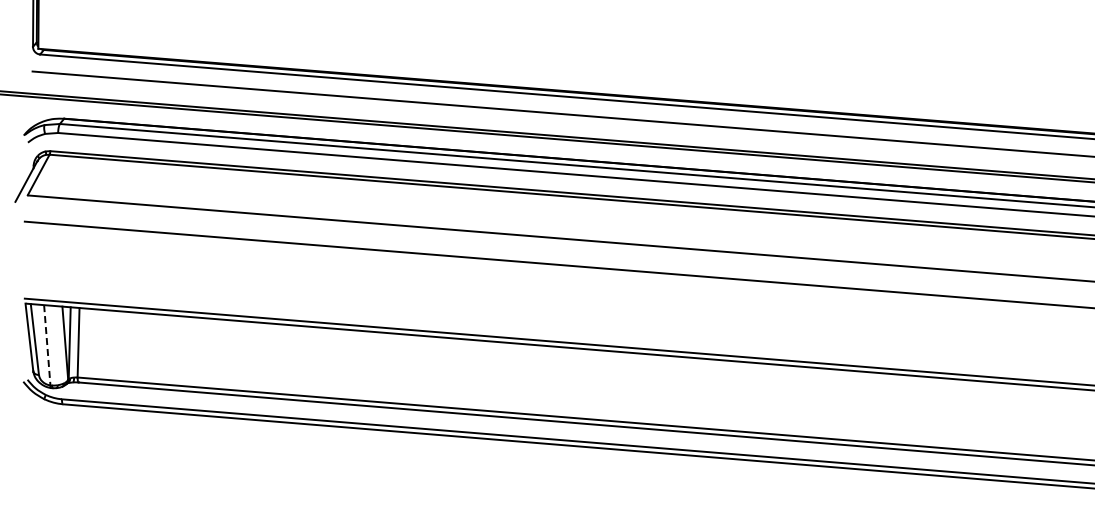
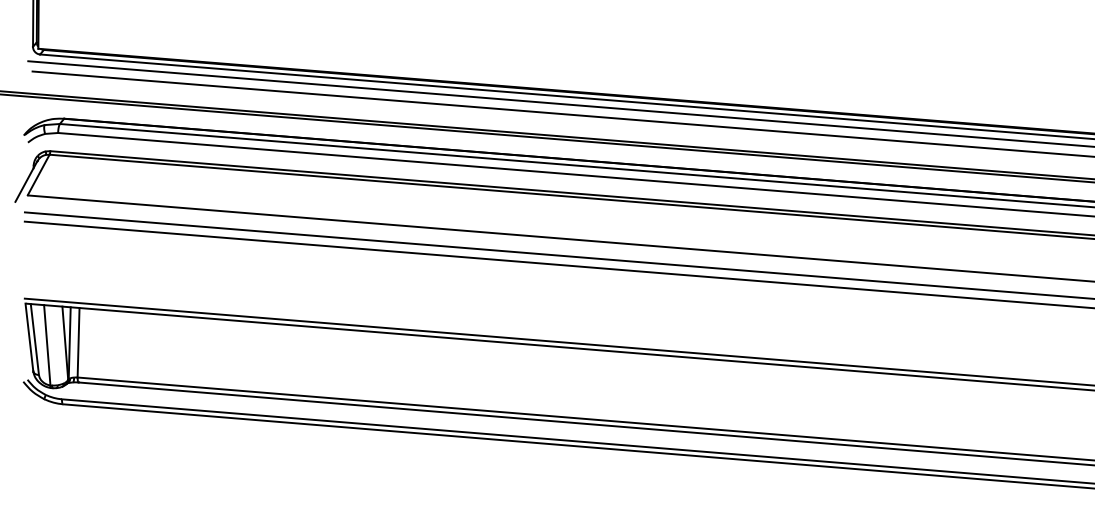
line at (559, 103): none -> present
line at (557, 255): none -> present
line at (47, 345): dashed -> solid
